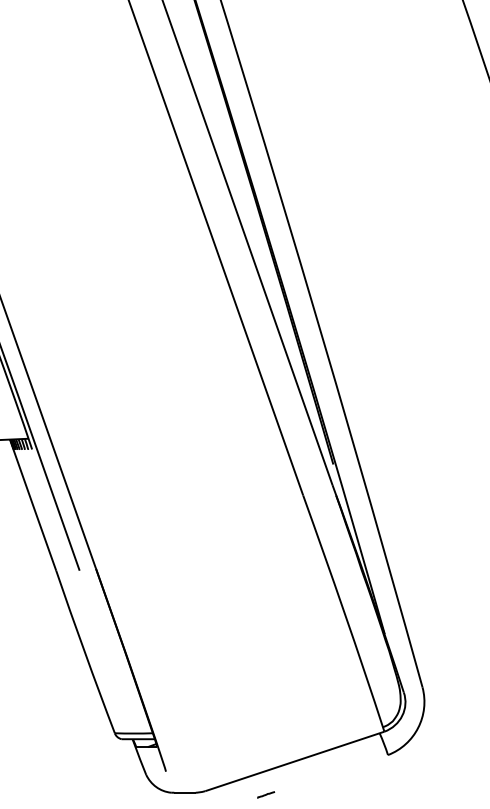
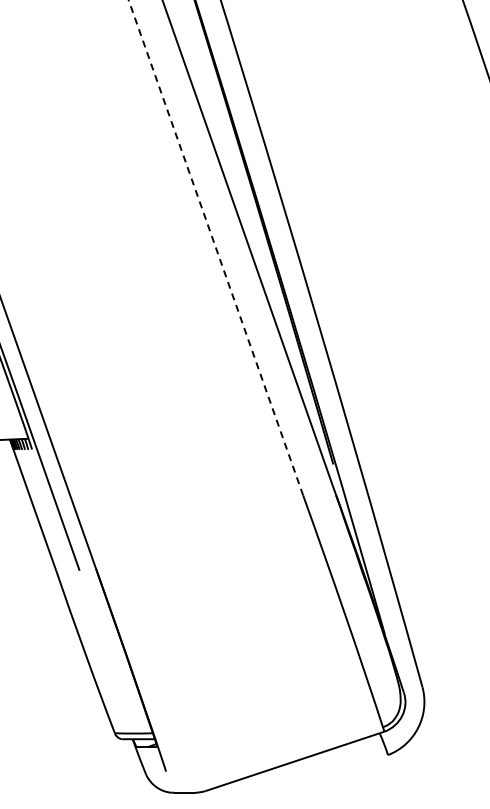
line at (215, 247): solid -> dashed
line at (266, 794): present -> none
